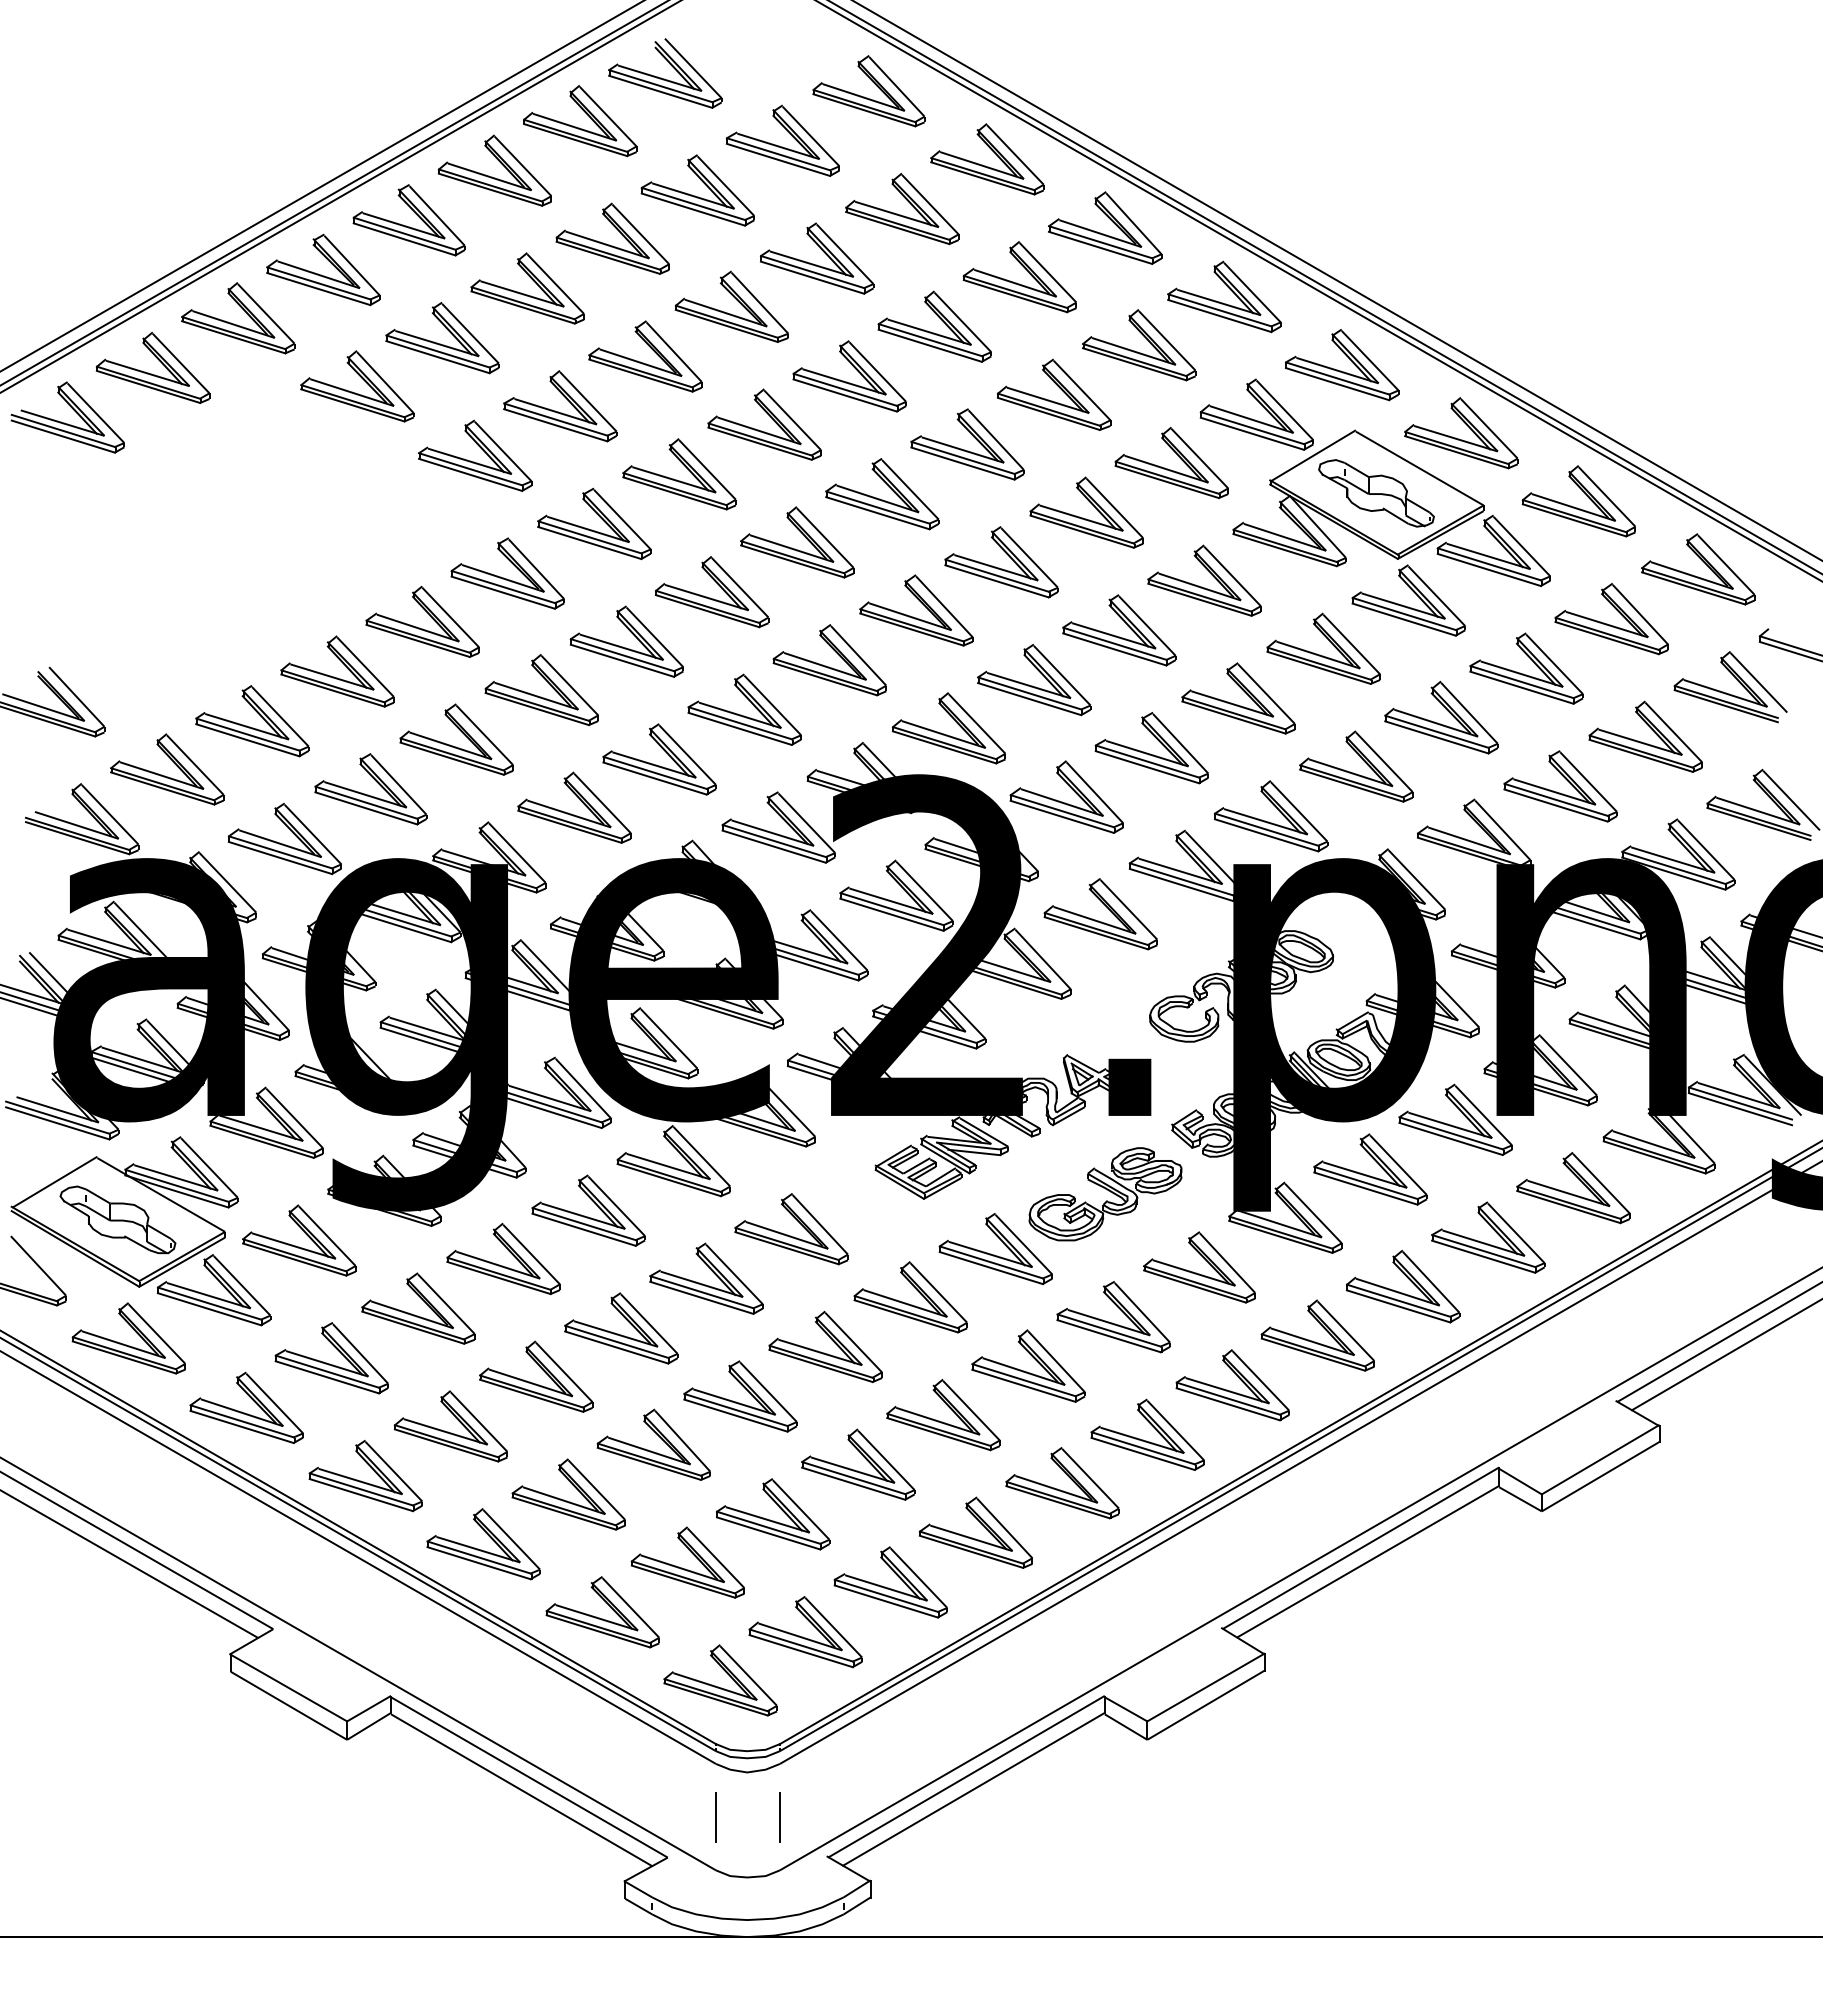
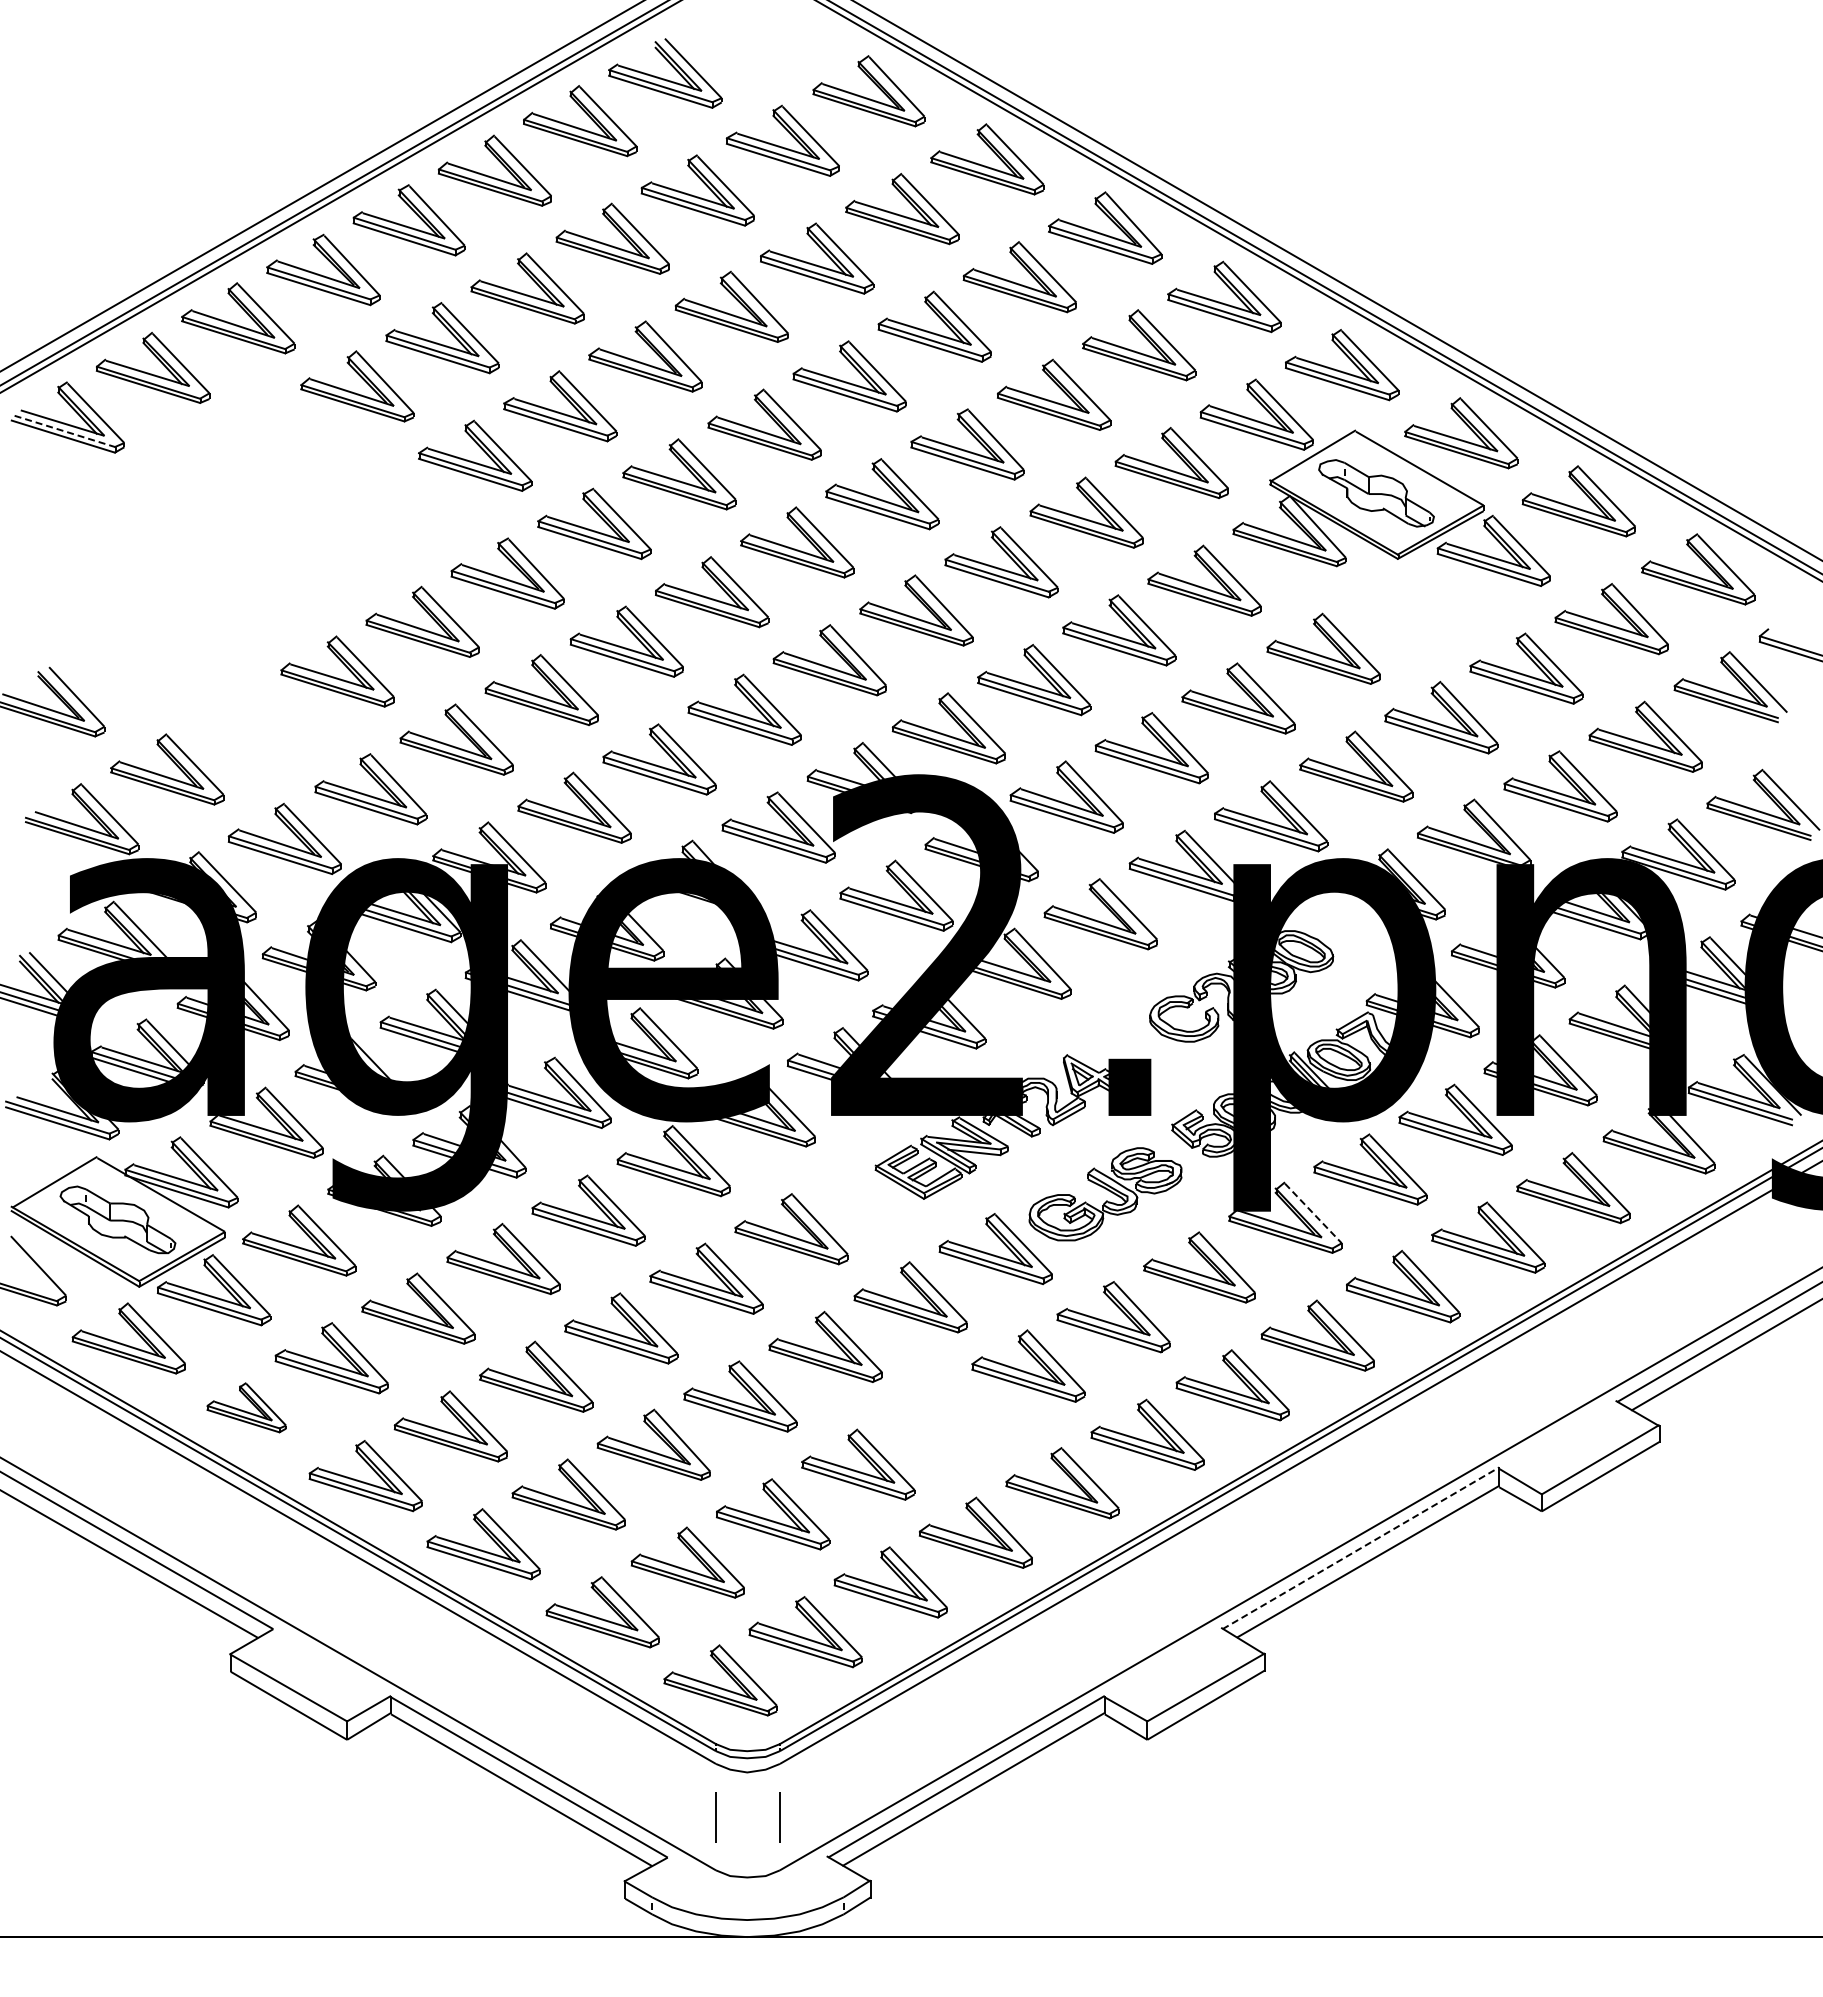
line at (63, 430): solid -> dashed
part at (1408, 600): present -> none
part at (252, 721): present -> none
line at (1313, 1213): solid -> dashed
part at (246, 1407) size: 115x73 px -> 81x52 px
part at (942, 1421): present -> none
line at (1361, 1548): solid -> dashed
